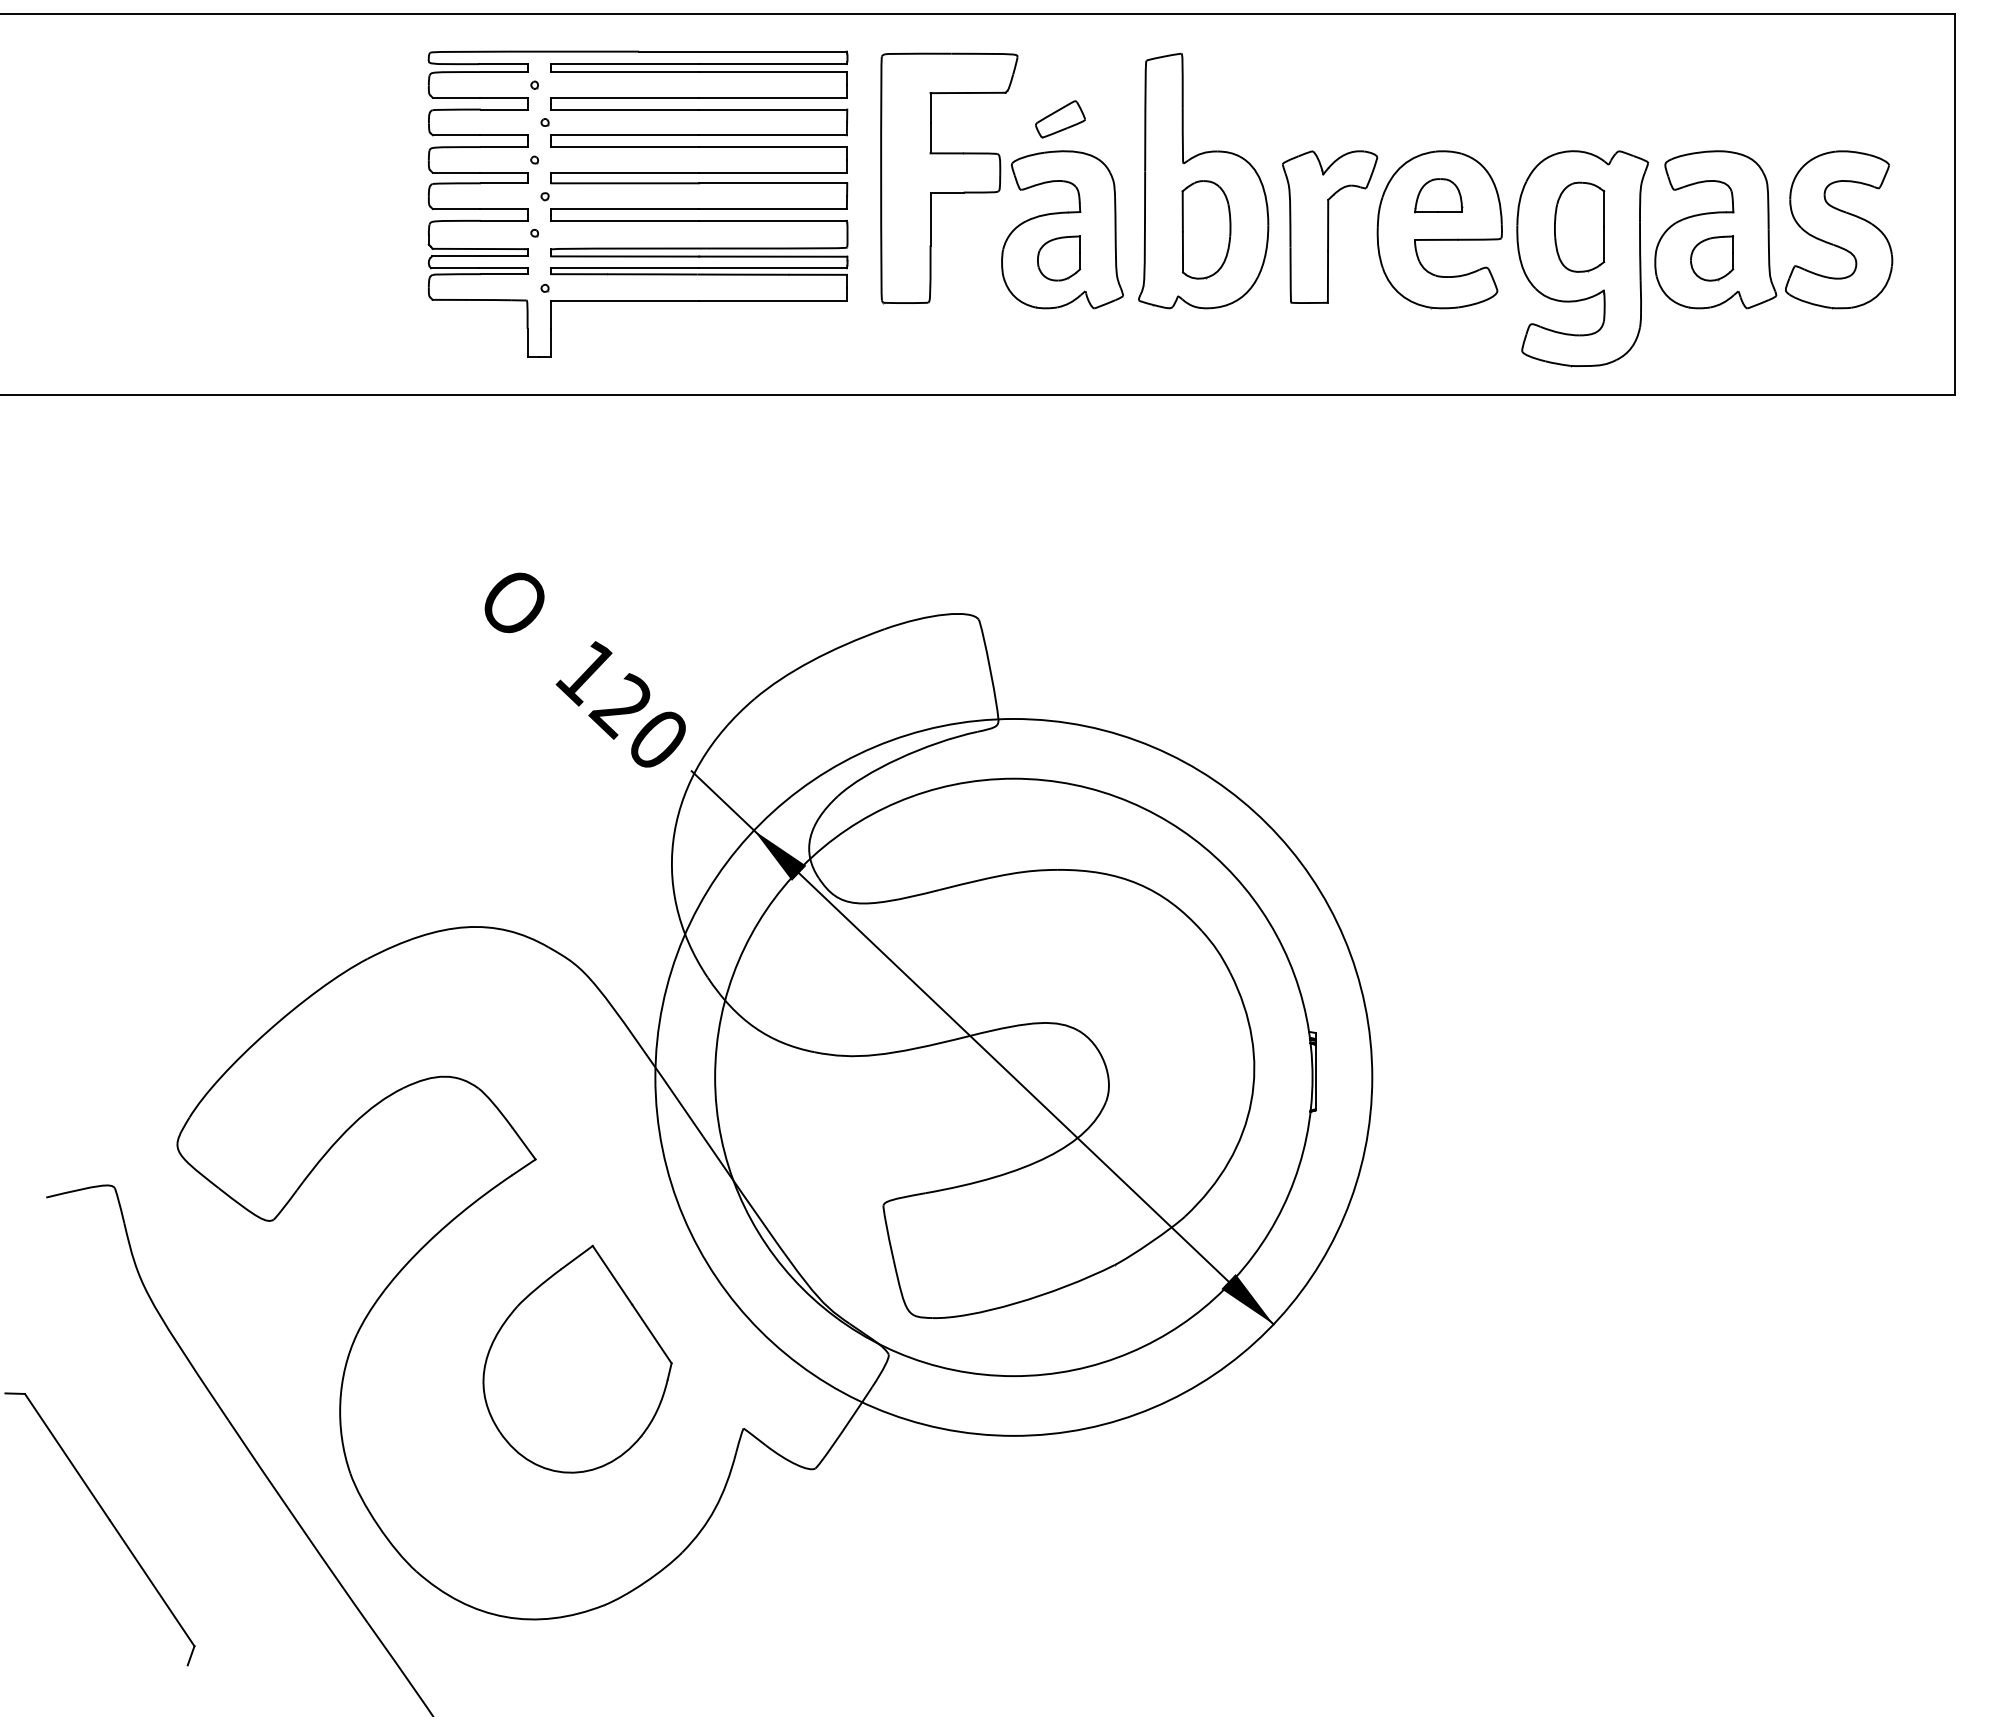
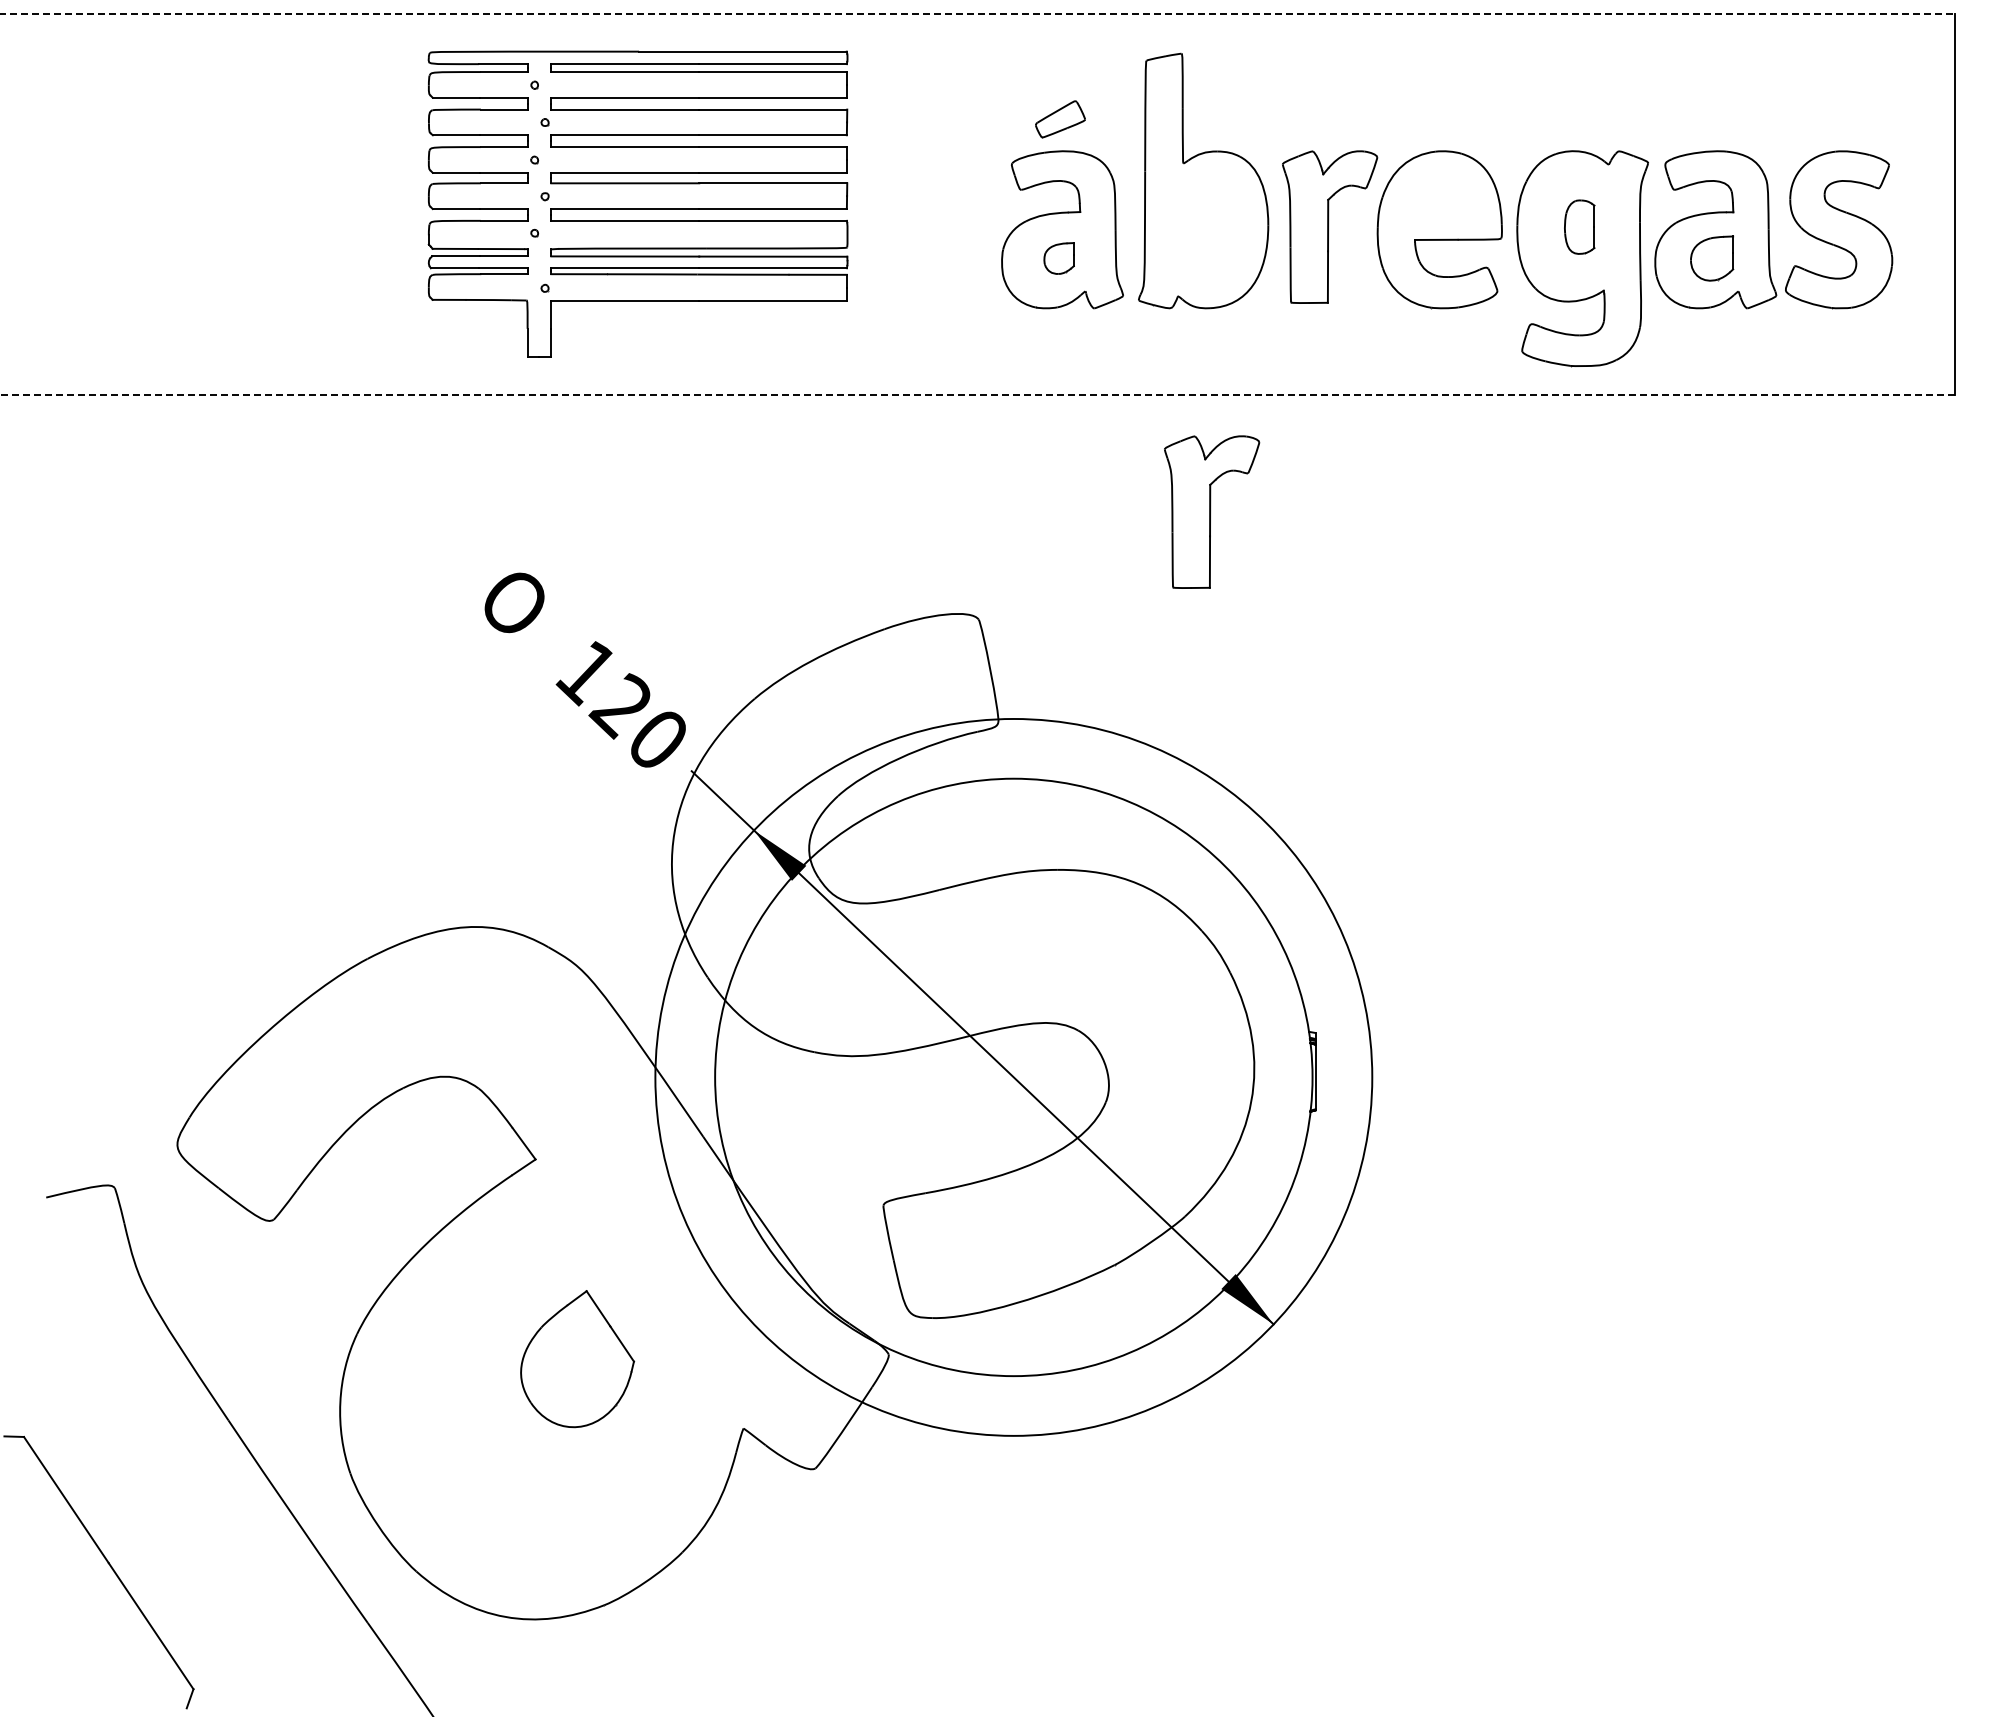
line at (977, 13): solid -> dashed
part at (949, 178): present -> none
part at (1438, 195): present -> none
part at (1579, 226) size: 52x92 px -> 32x56 px
part at (1206, 229): present -> none
part at (1059, 258) size: 45x47 px -> 32x33 px
line at (977, 395): solid -> dashed
part at (1212, 511): none -> present
part at (577, 1358) size: 191x230 px -> 116x139 px
part at (110, 1523) position: (110, 1523) -> (109, 1566)
